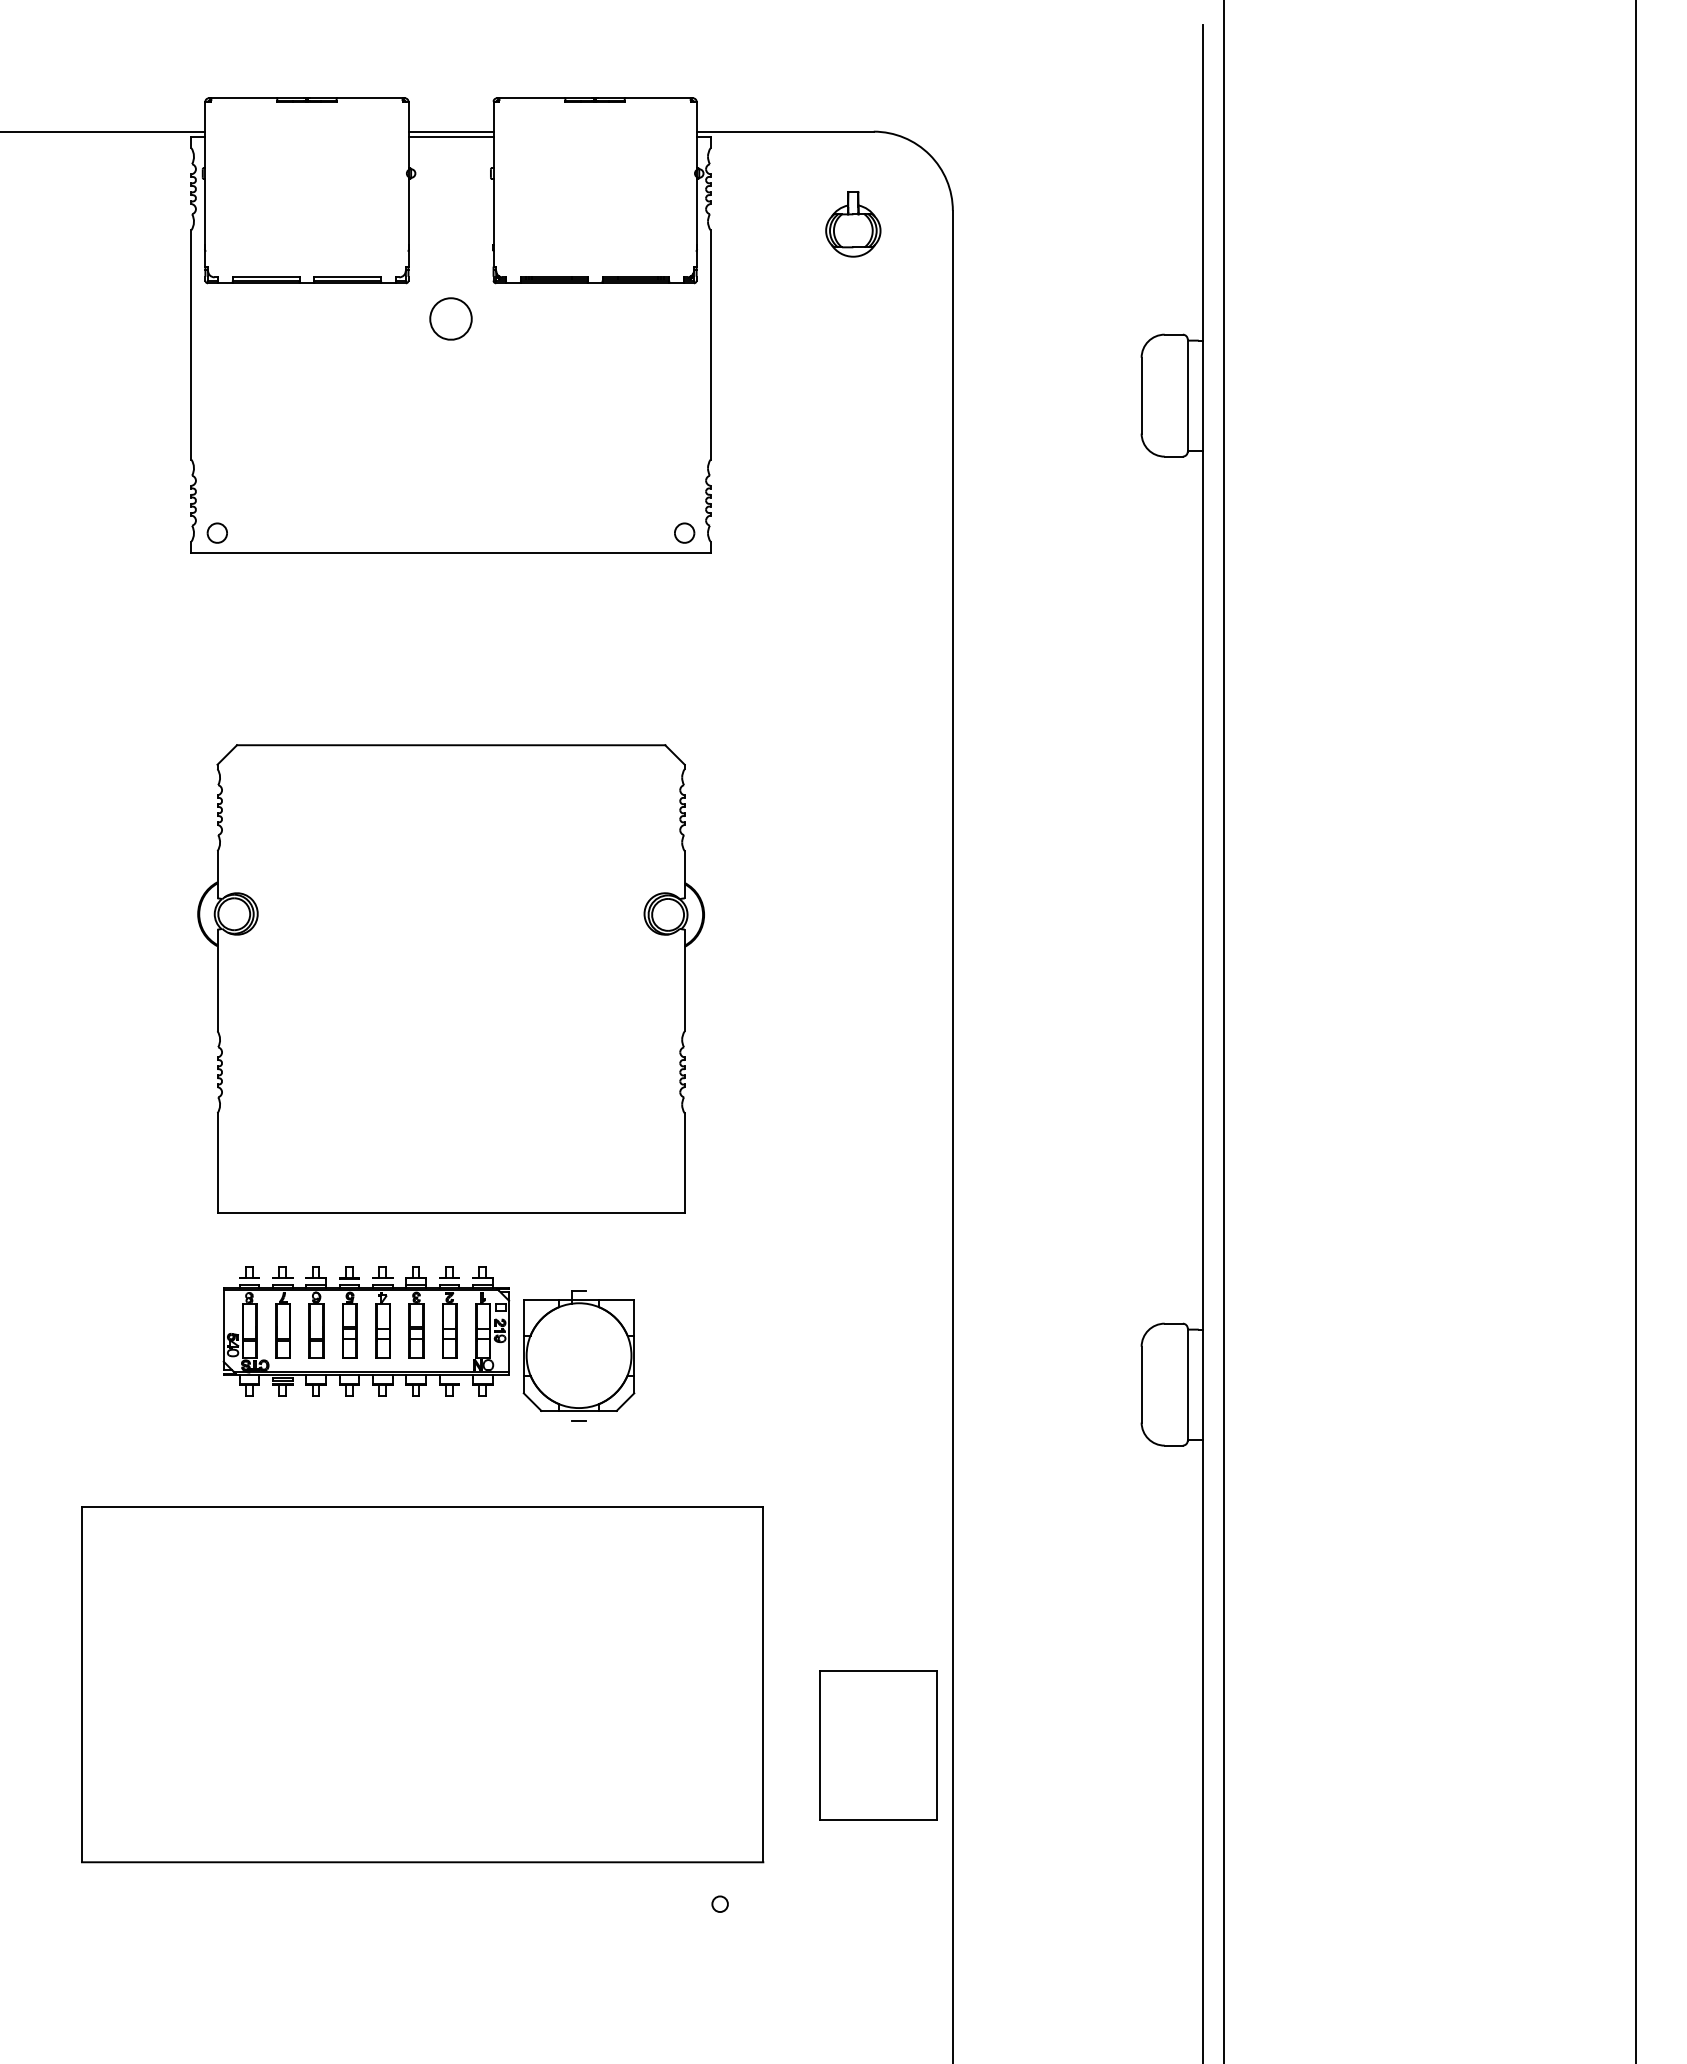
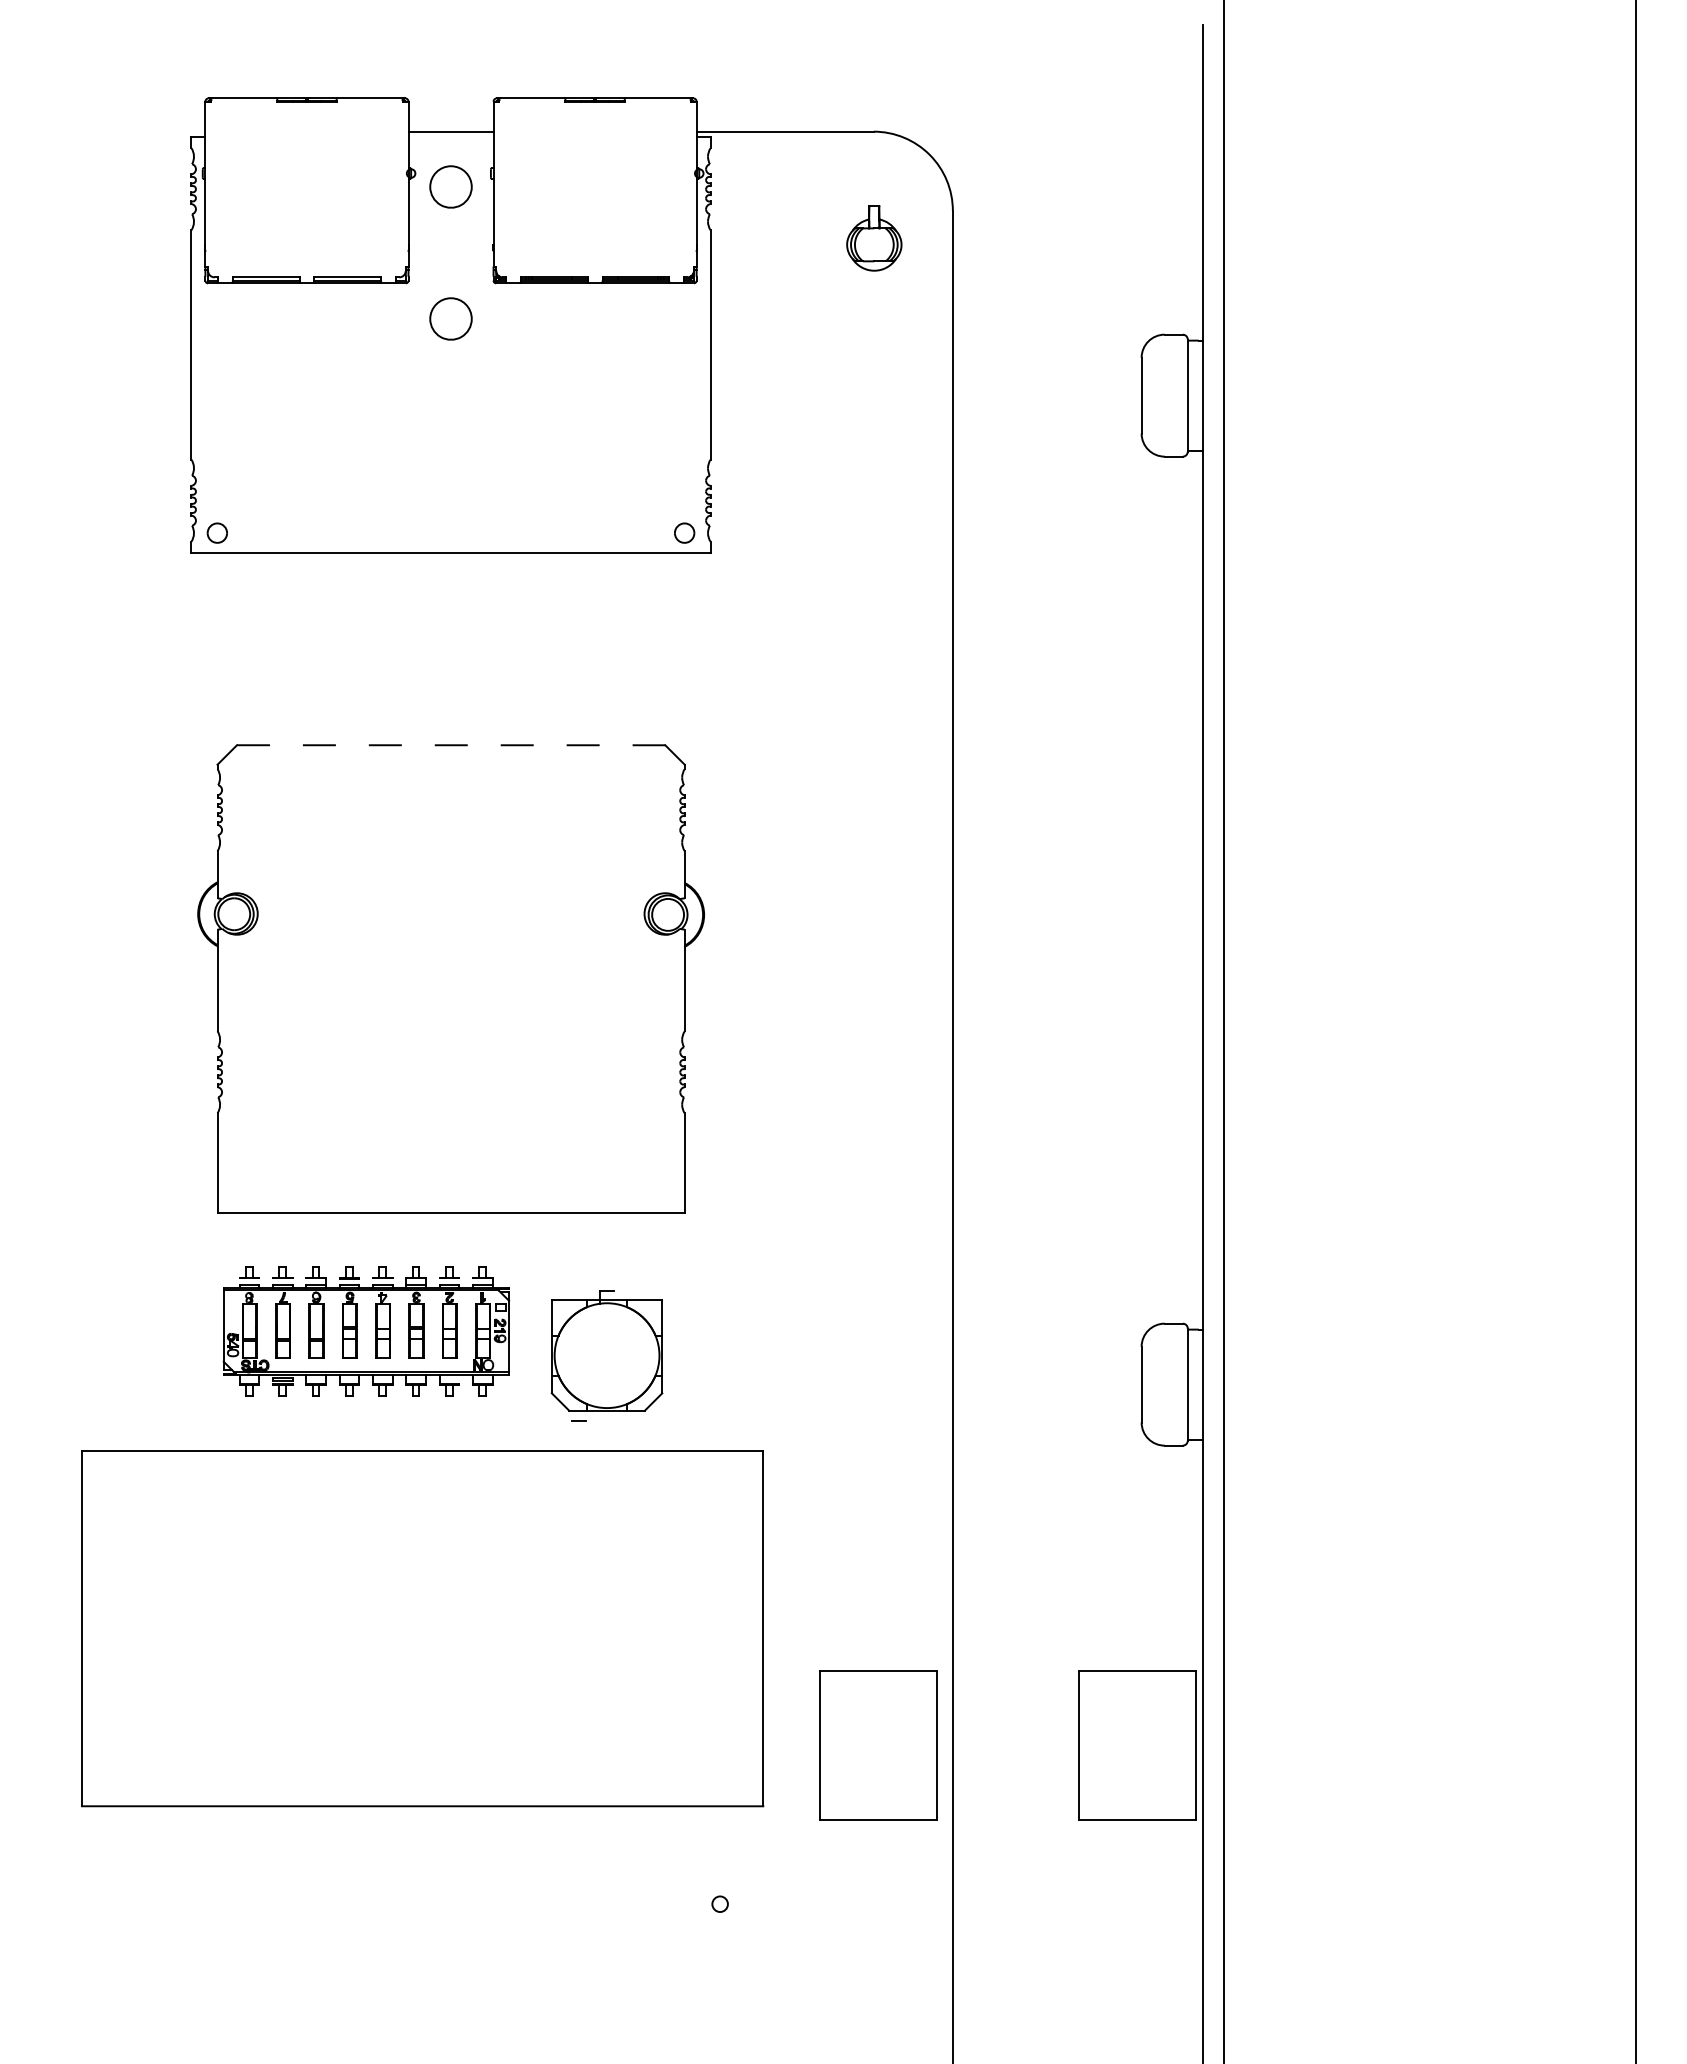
line at (103, 131): present -> none
line at (450, 137): present -> none
part at (450, 186): none -> present
part at (853, 224) position: (853, 224) -> (874, 238)
line at (451, 745): solid -> dashed
part at (578, 1350) position: (578, 1350) -> (606, 1350)
part at (422, 1684) position: (422, 1684) -> (422, 1628)
part at (1137, 1745): none -> present
